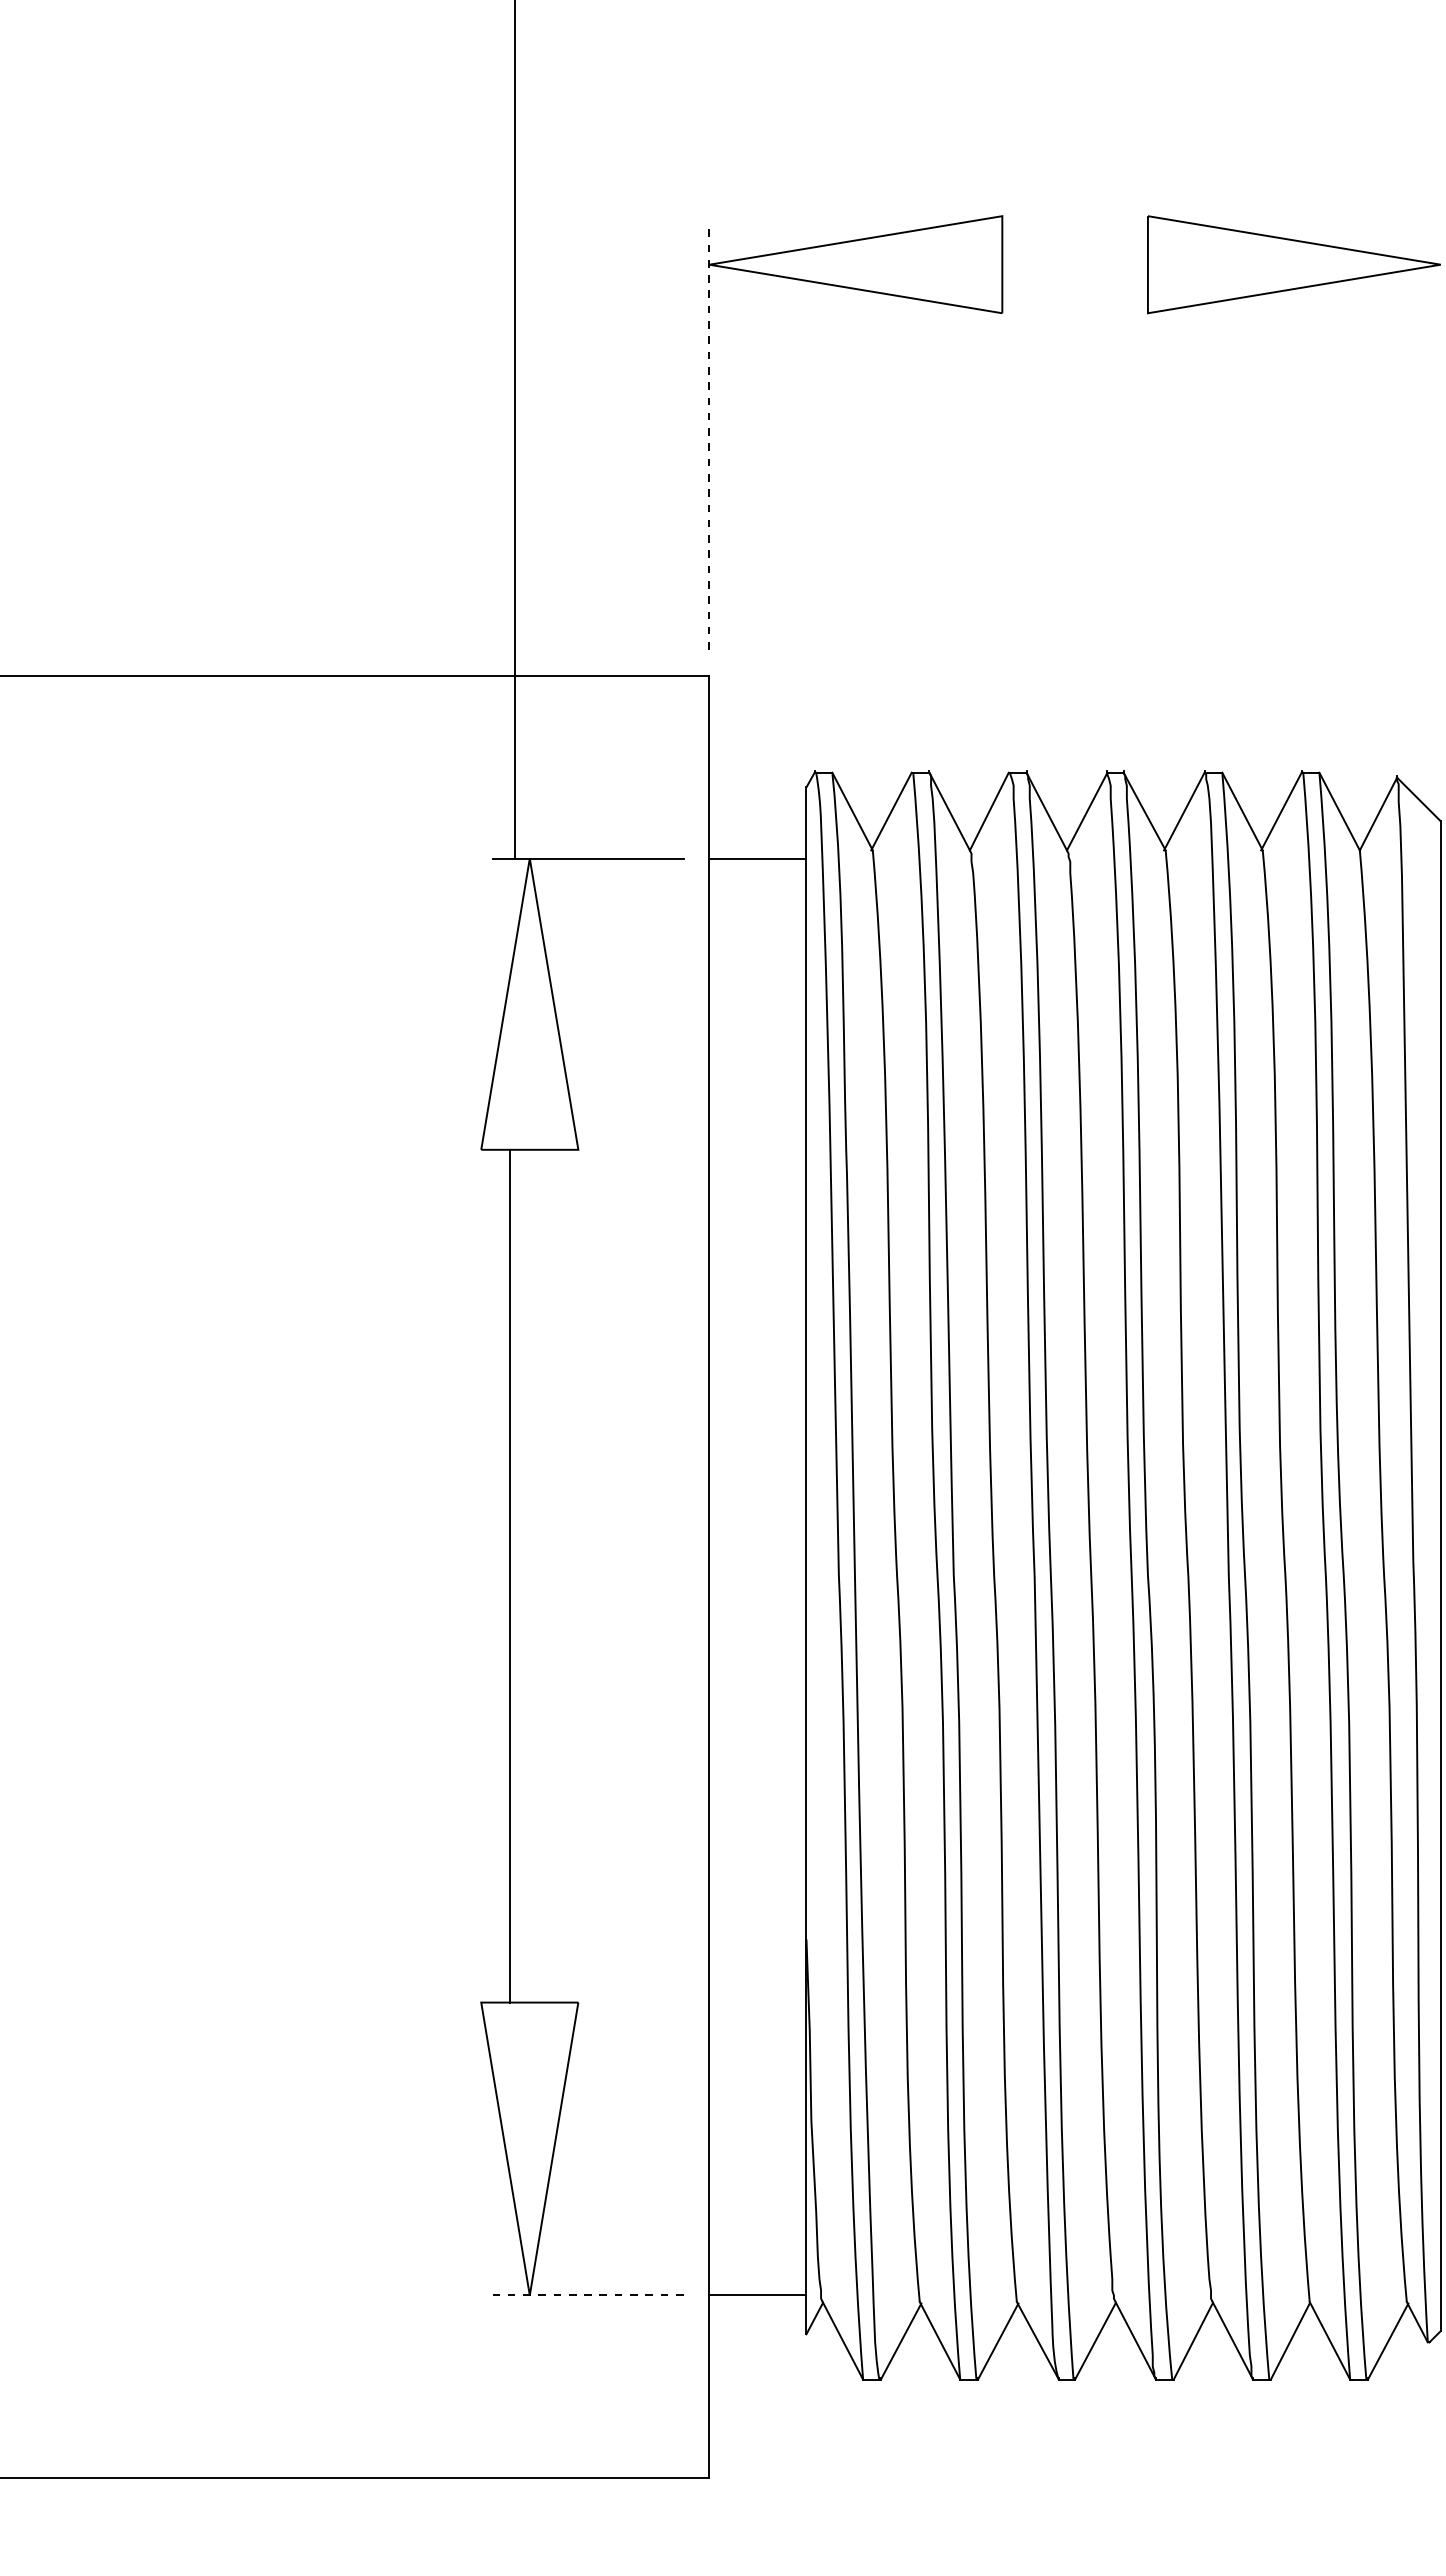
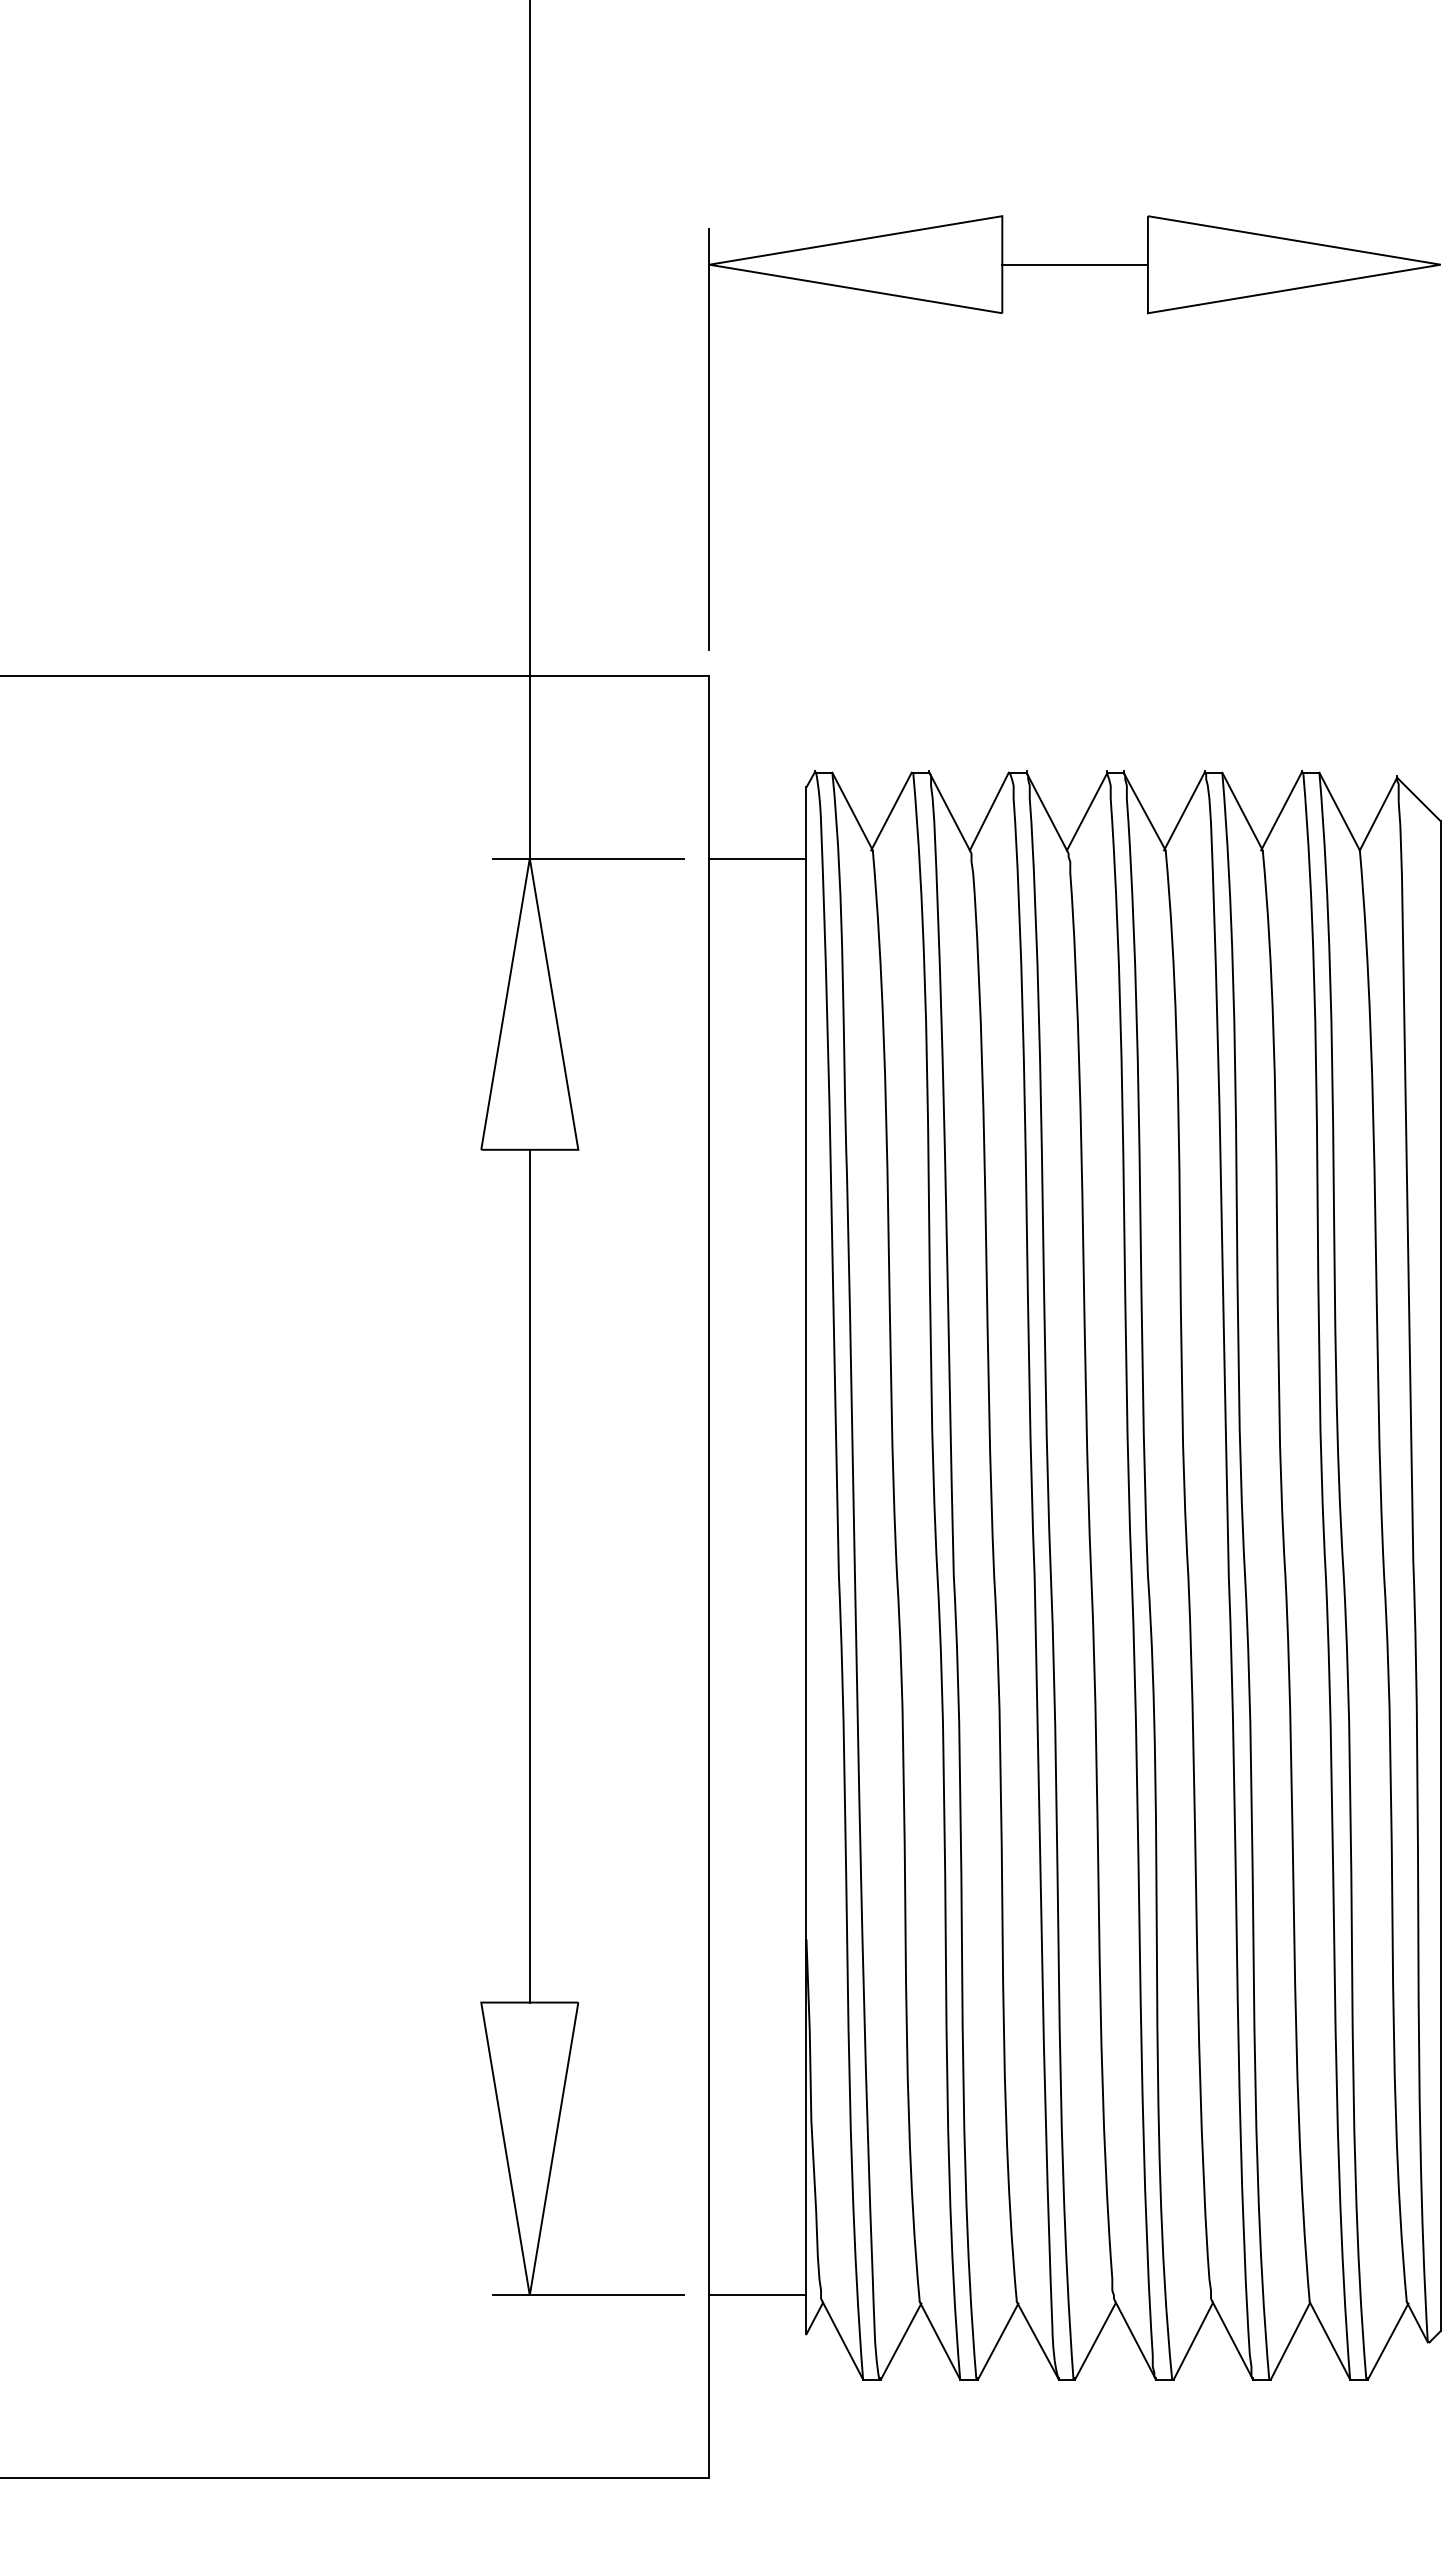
line at (1074, 264): none -> present
line at (514, 430) position: (514, 430) -> (529, 430)
line at (709, 438): dashed -> solid
line at (509, 1575) position: (509, 1575) -> (529, 1575)
line at (587, 2295): dashed -> solid
